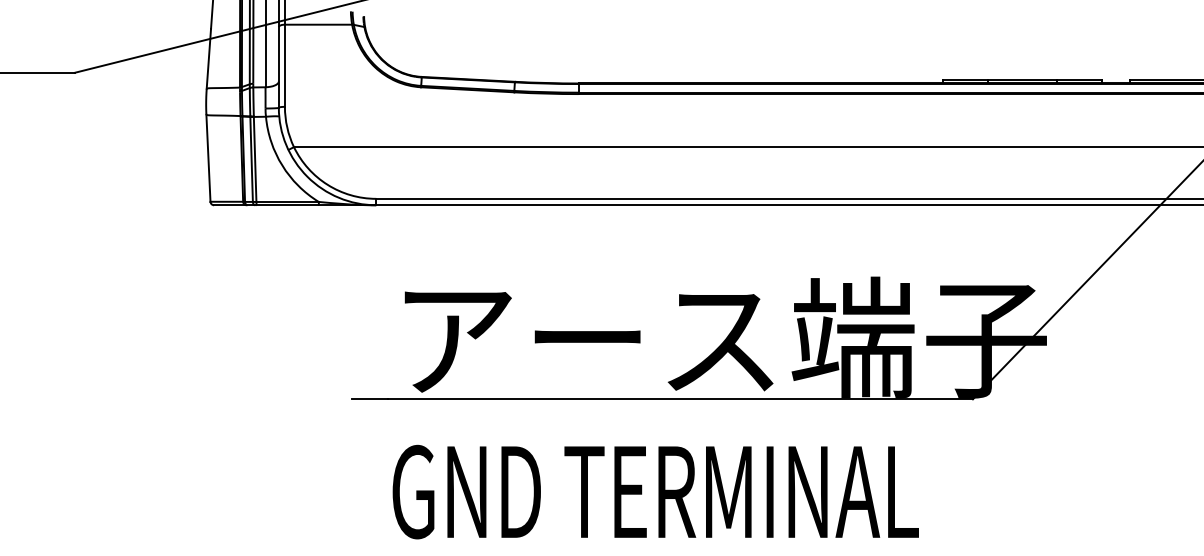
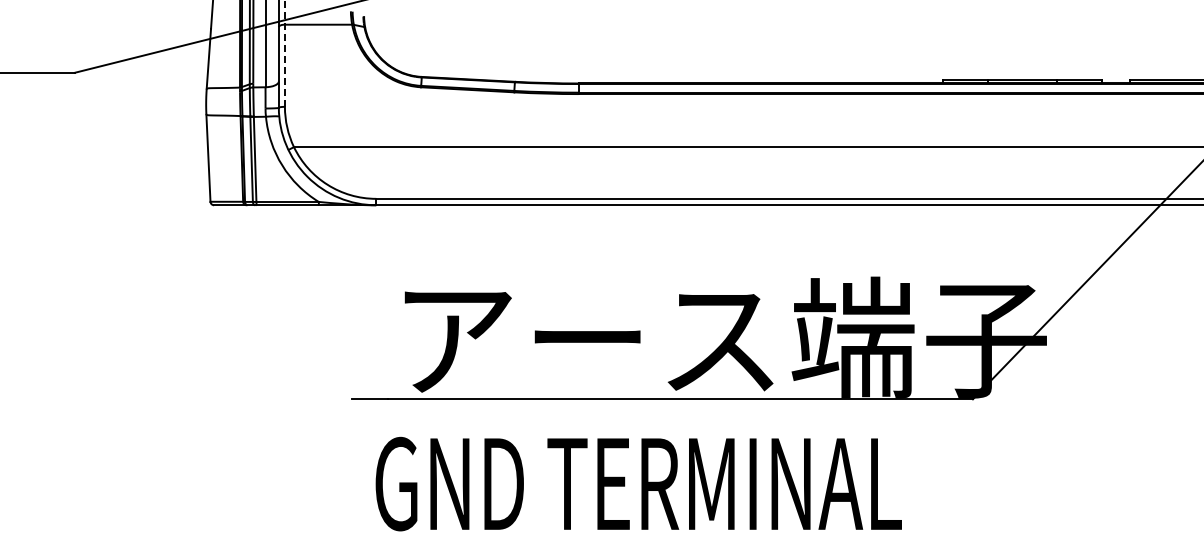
line at (284, 53): solid -> dashed
text at (655, 491) position: (655, 491) -> (638, 483)
